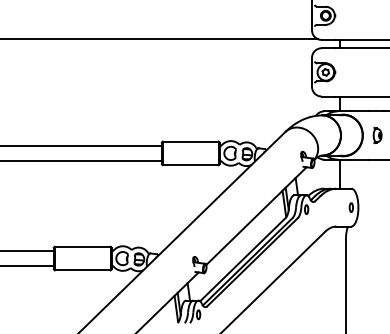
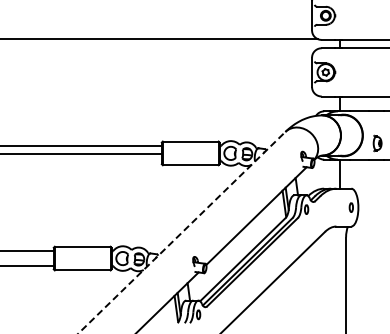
part at (377, 135) position: (377, 135) -> (377, 143)
line at (81, 160) position: (81, 160) -> (81, 153)
line at (182, 232): solid -> dashed
